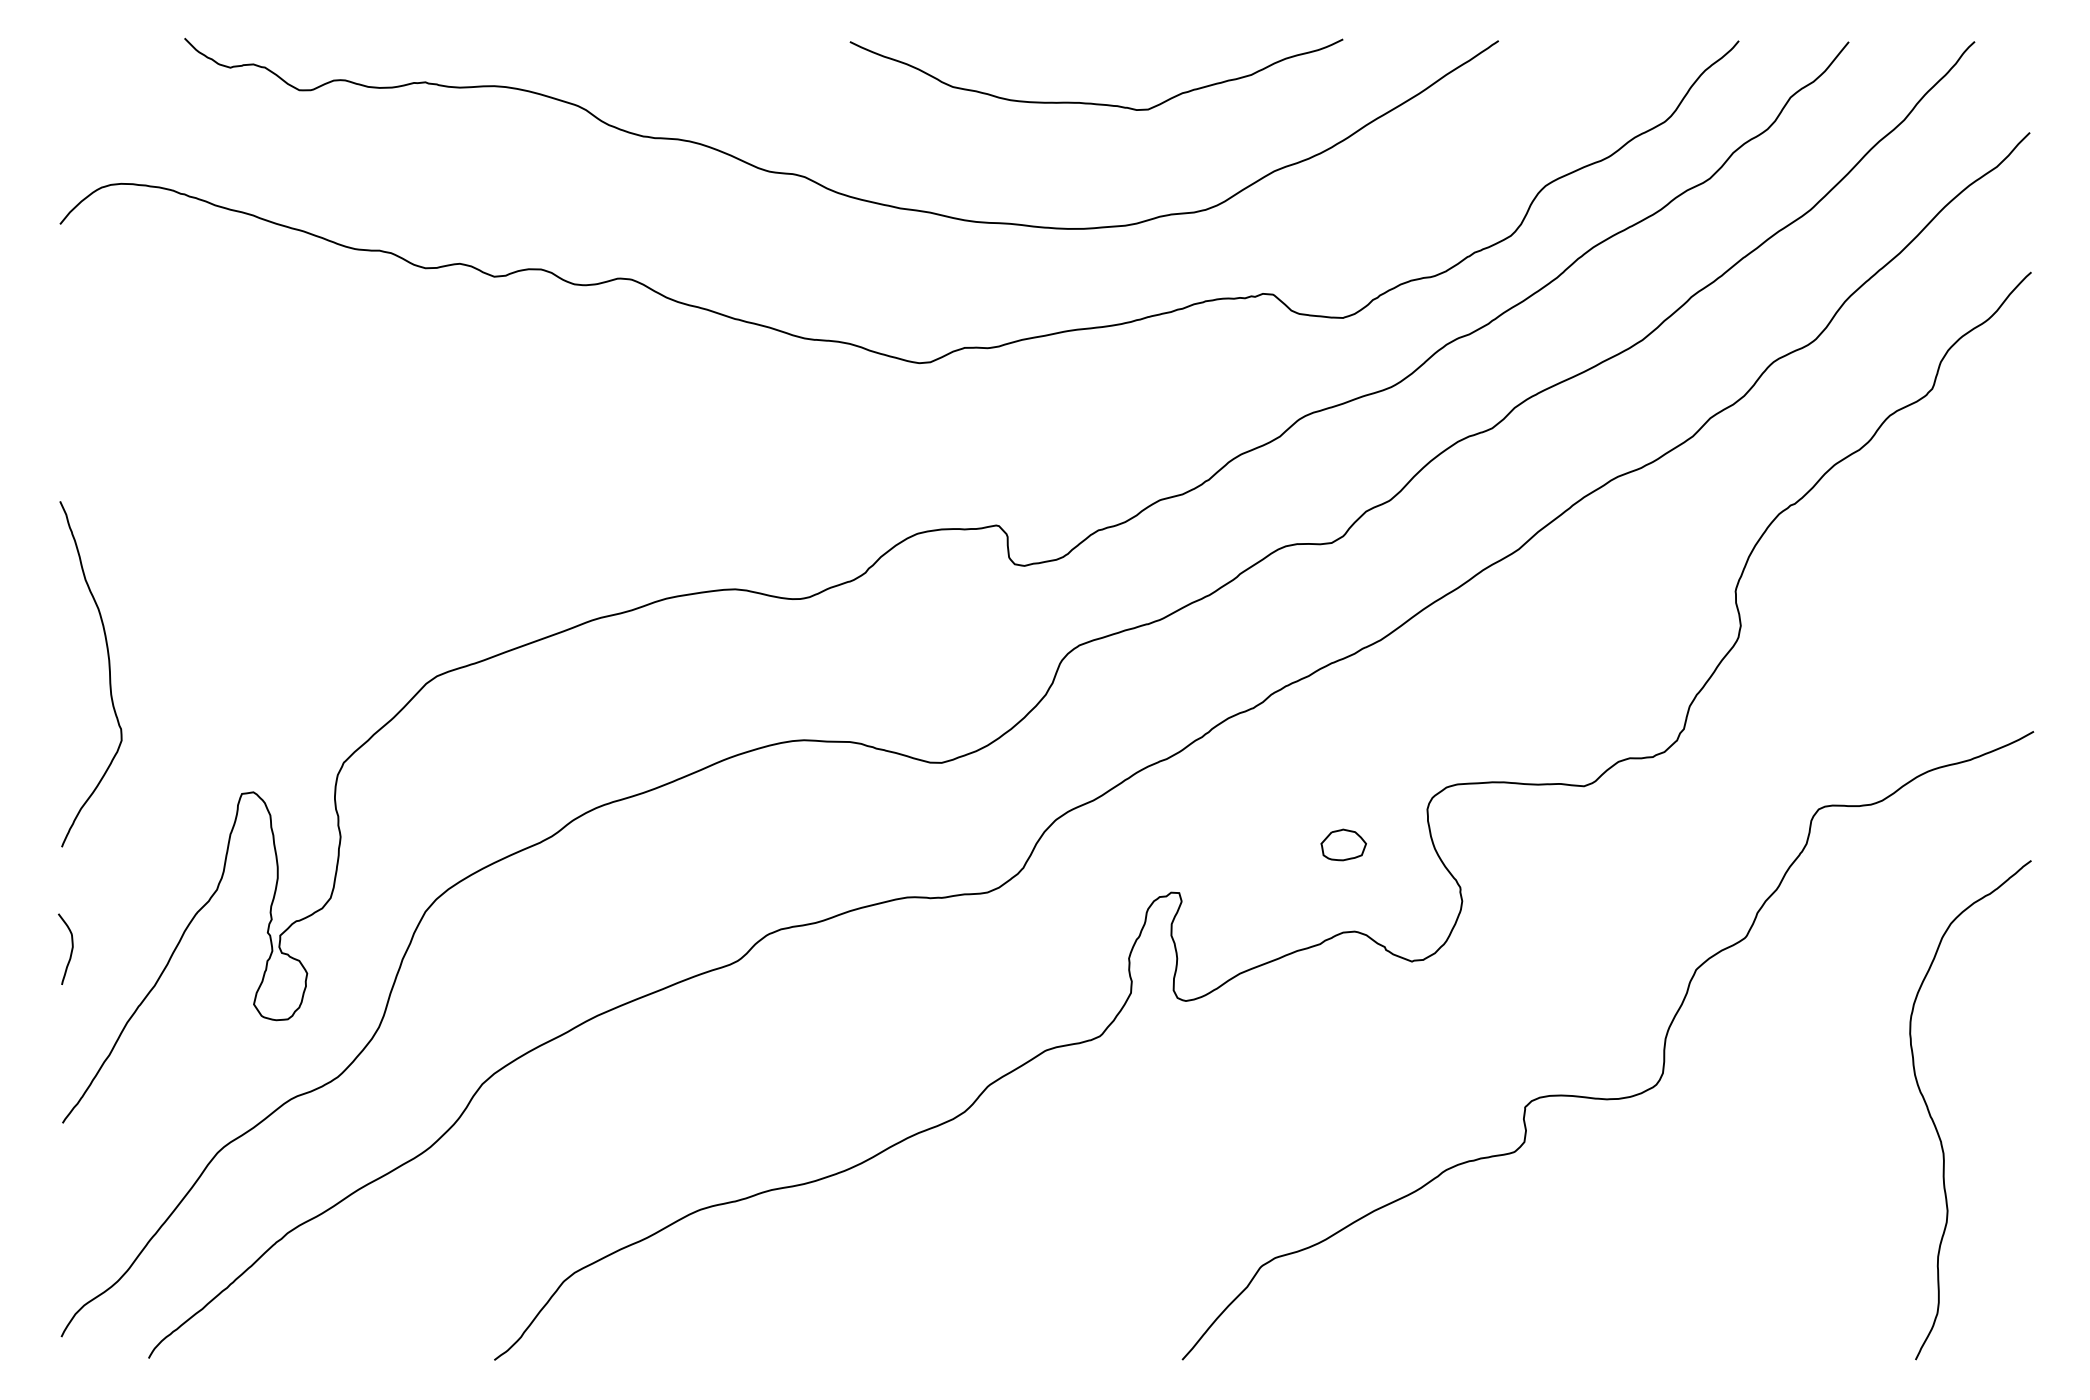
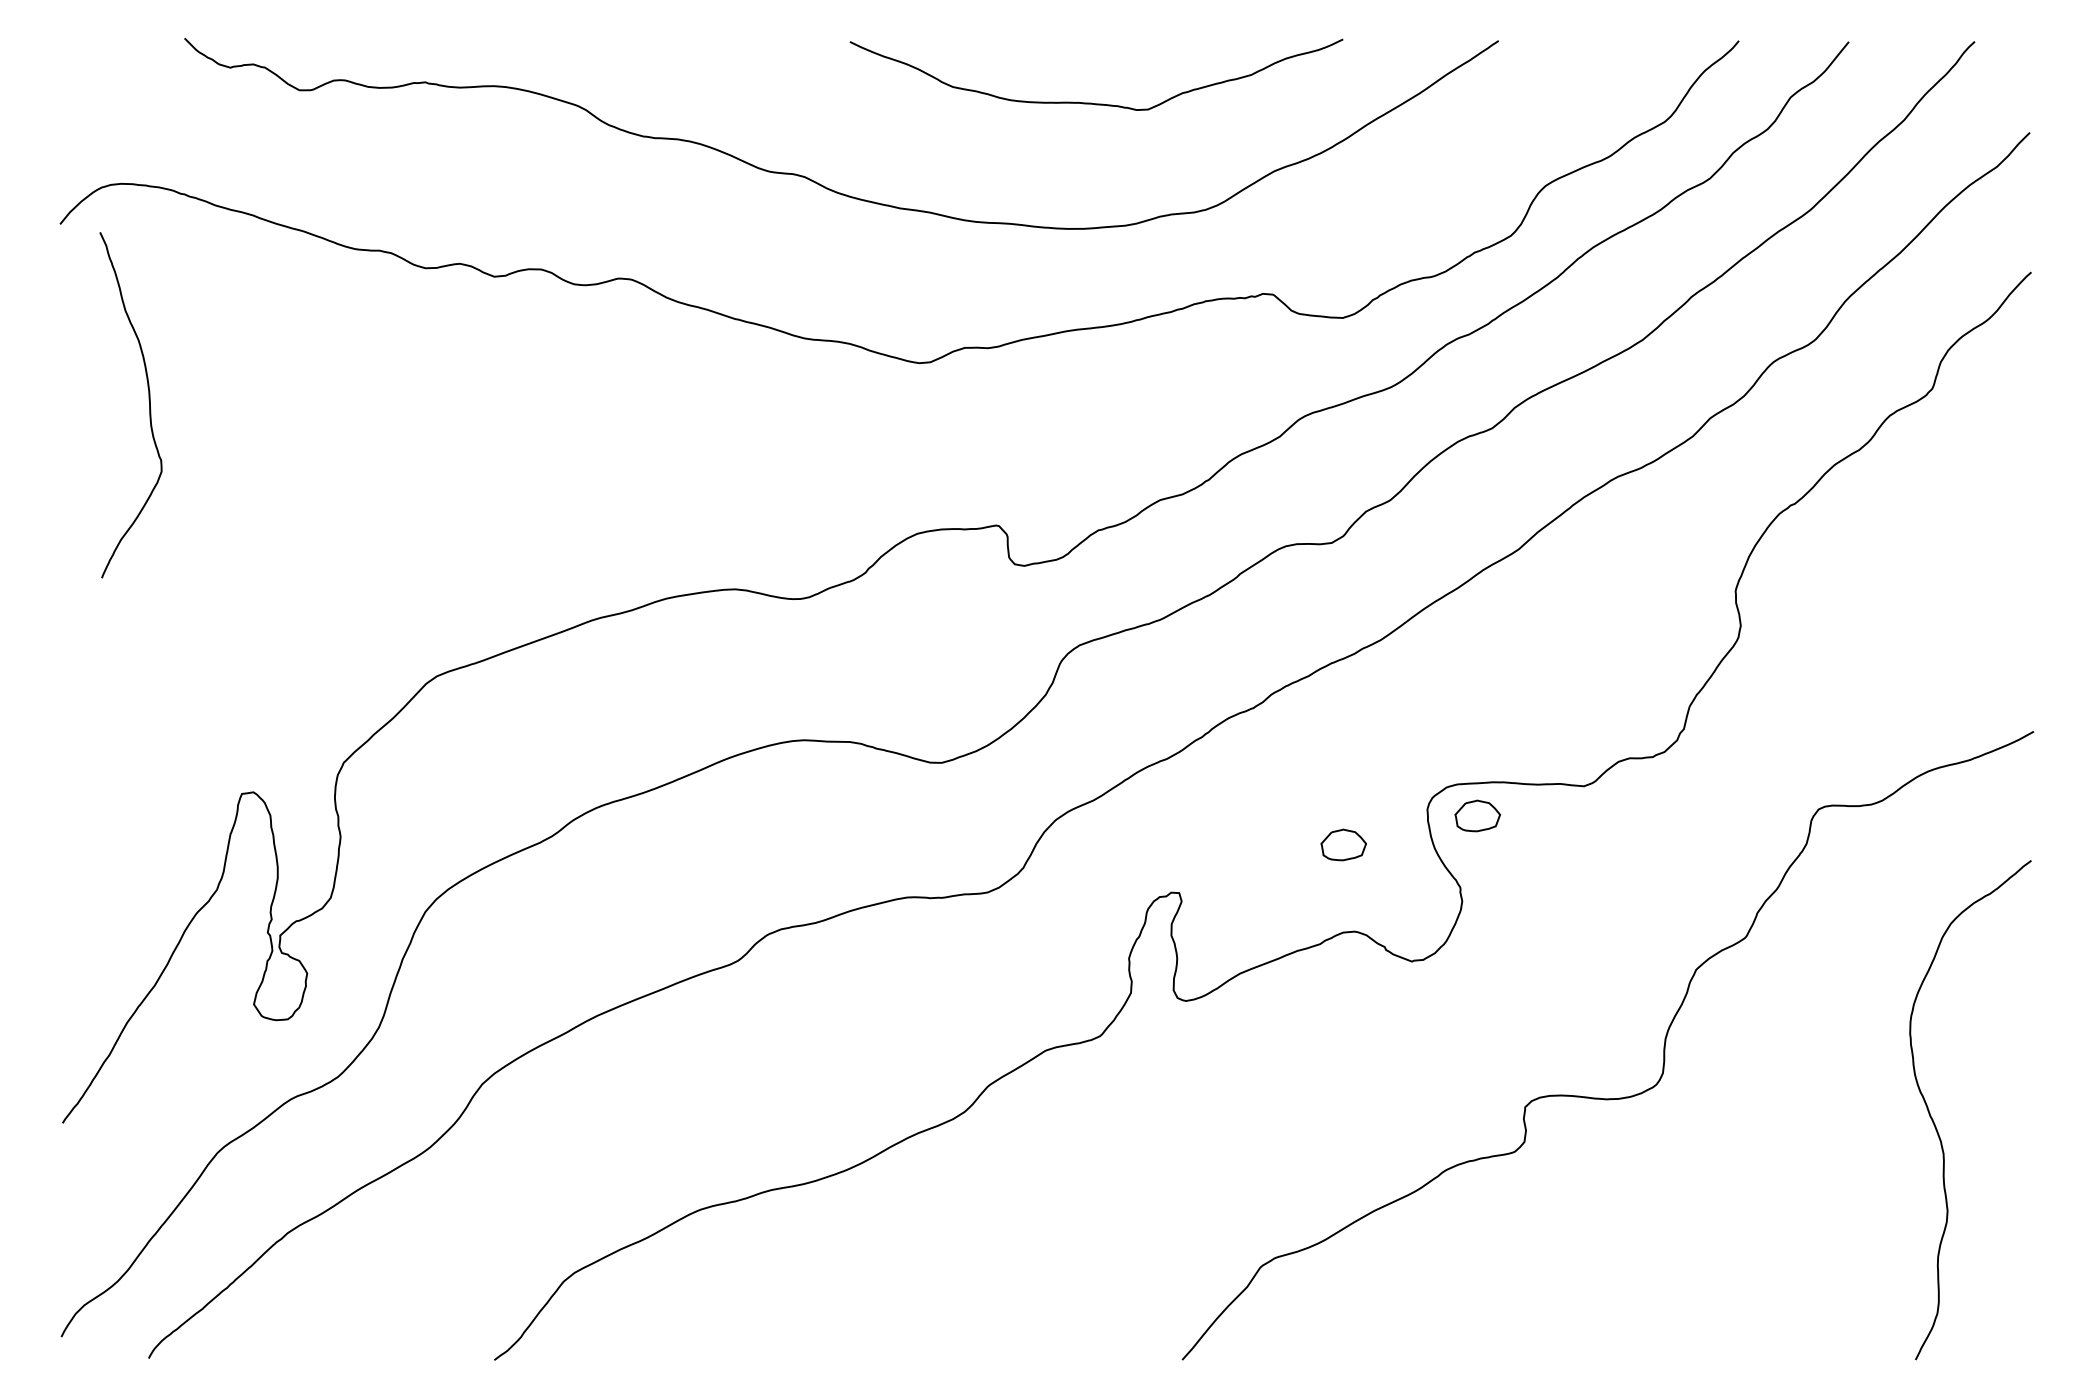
curve at (108, 669) position: (108, 669) -> (148, 400)
part at (1477, 815): none -> present
curve at (71, 948): present -> none
